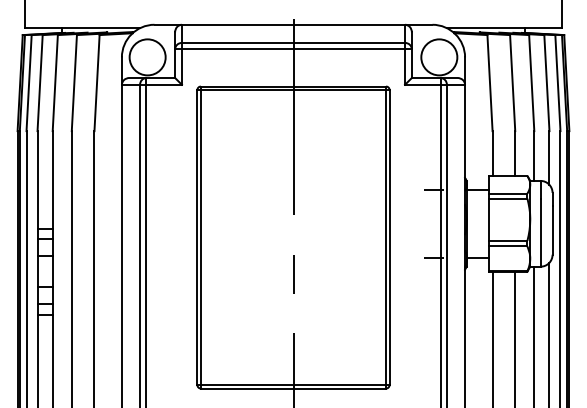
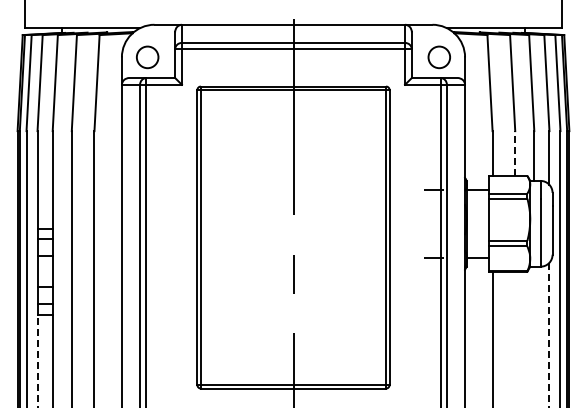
circle at (147, 57) diameter: 36 px -> 22 px
circle at (439, 57) diameter: 36 px -> 22 px
line at (515, 153): solid -> dashed
line at (549, 334): solid -> dashed
line at (534, 335): present -> none
line at (515, 337): present -> none
line at (37, 360): solid -> dashed
